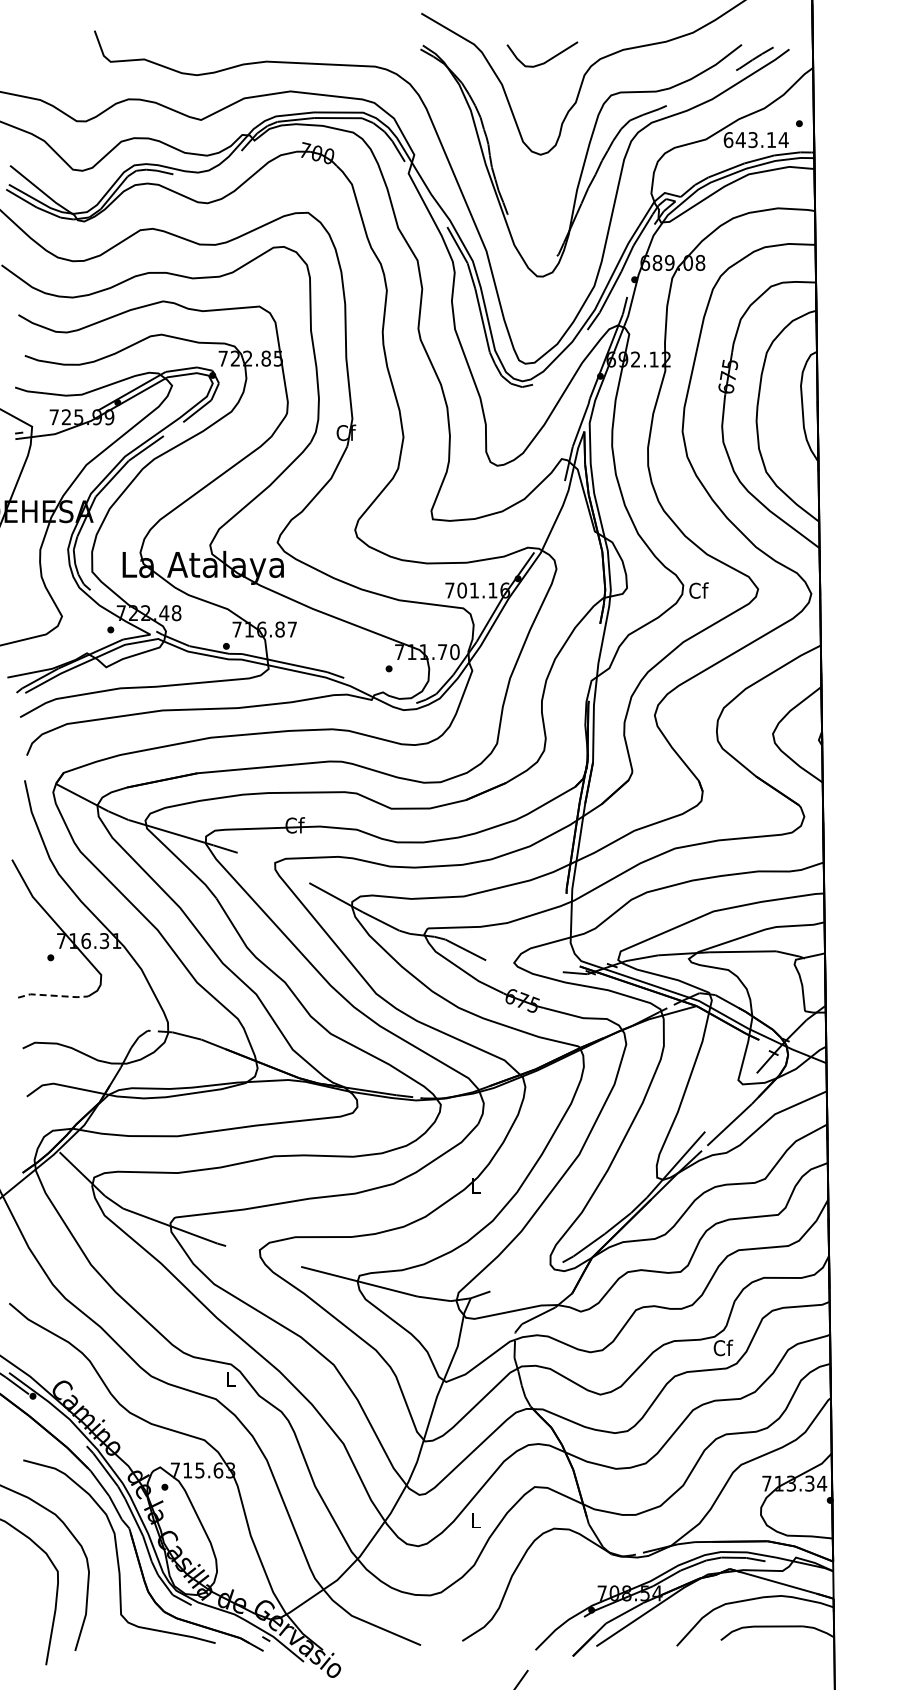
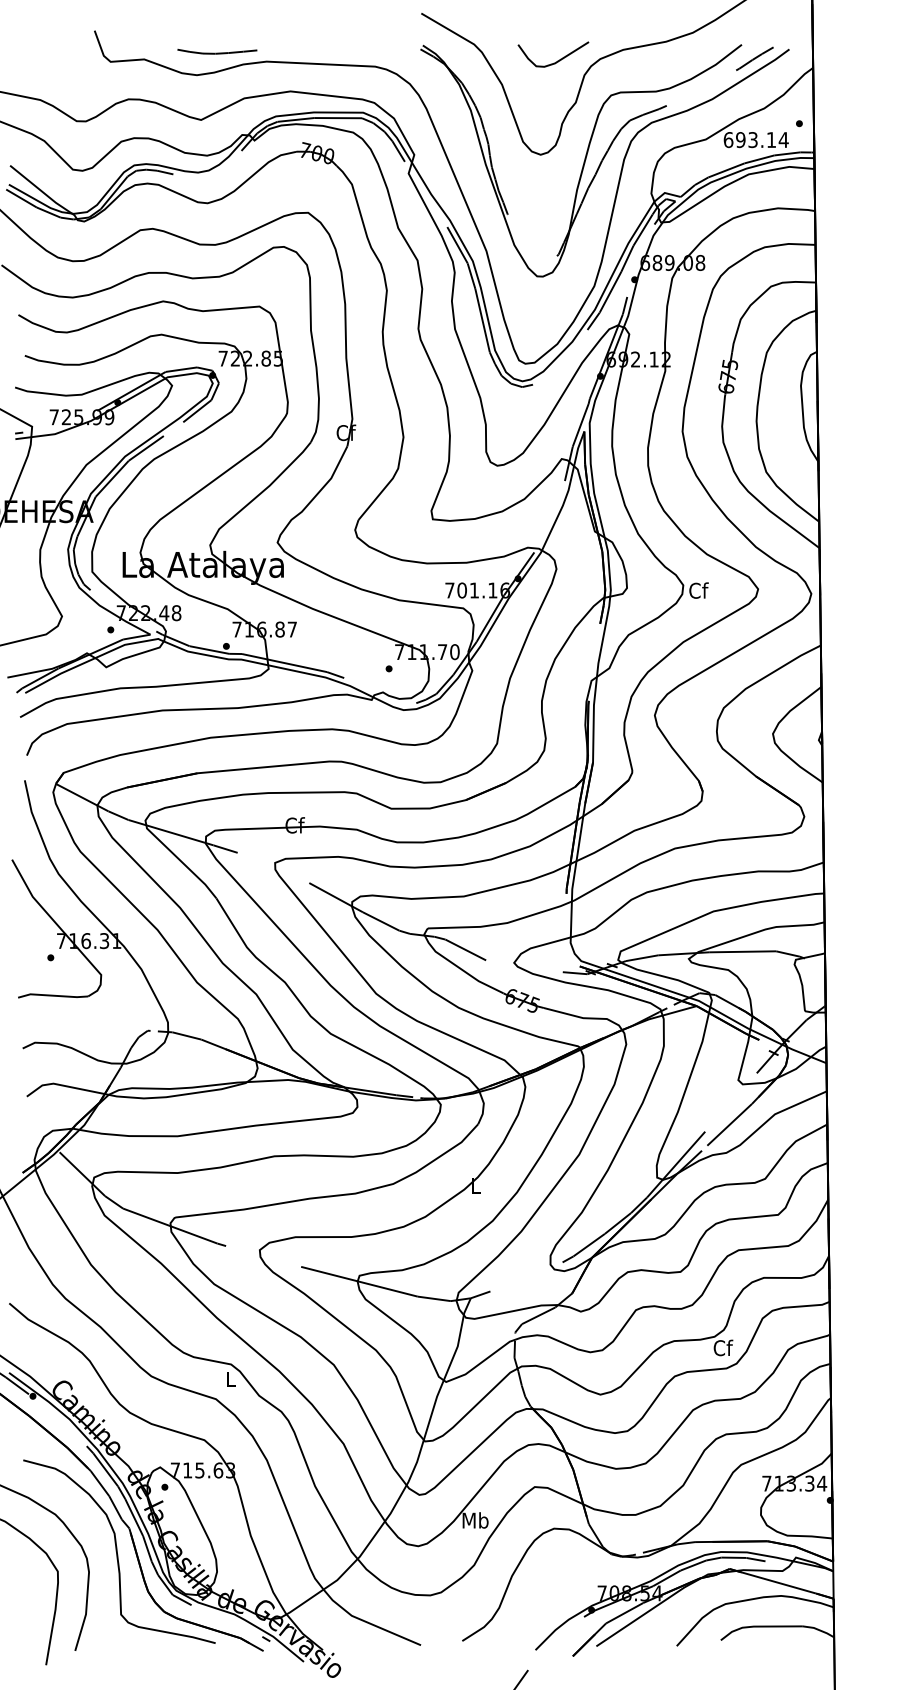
curve at (217, 52): none -> present
curve at (546, 60) position: (546, 60) -> (557, 60)
text at (740, 140): 643.14 -> 693.14
line at (53, 995): dashed -> solid
text at (475, 1520): L -> Mb
